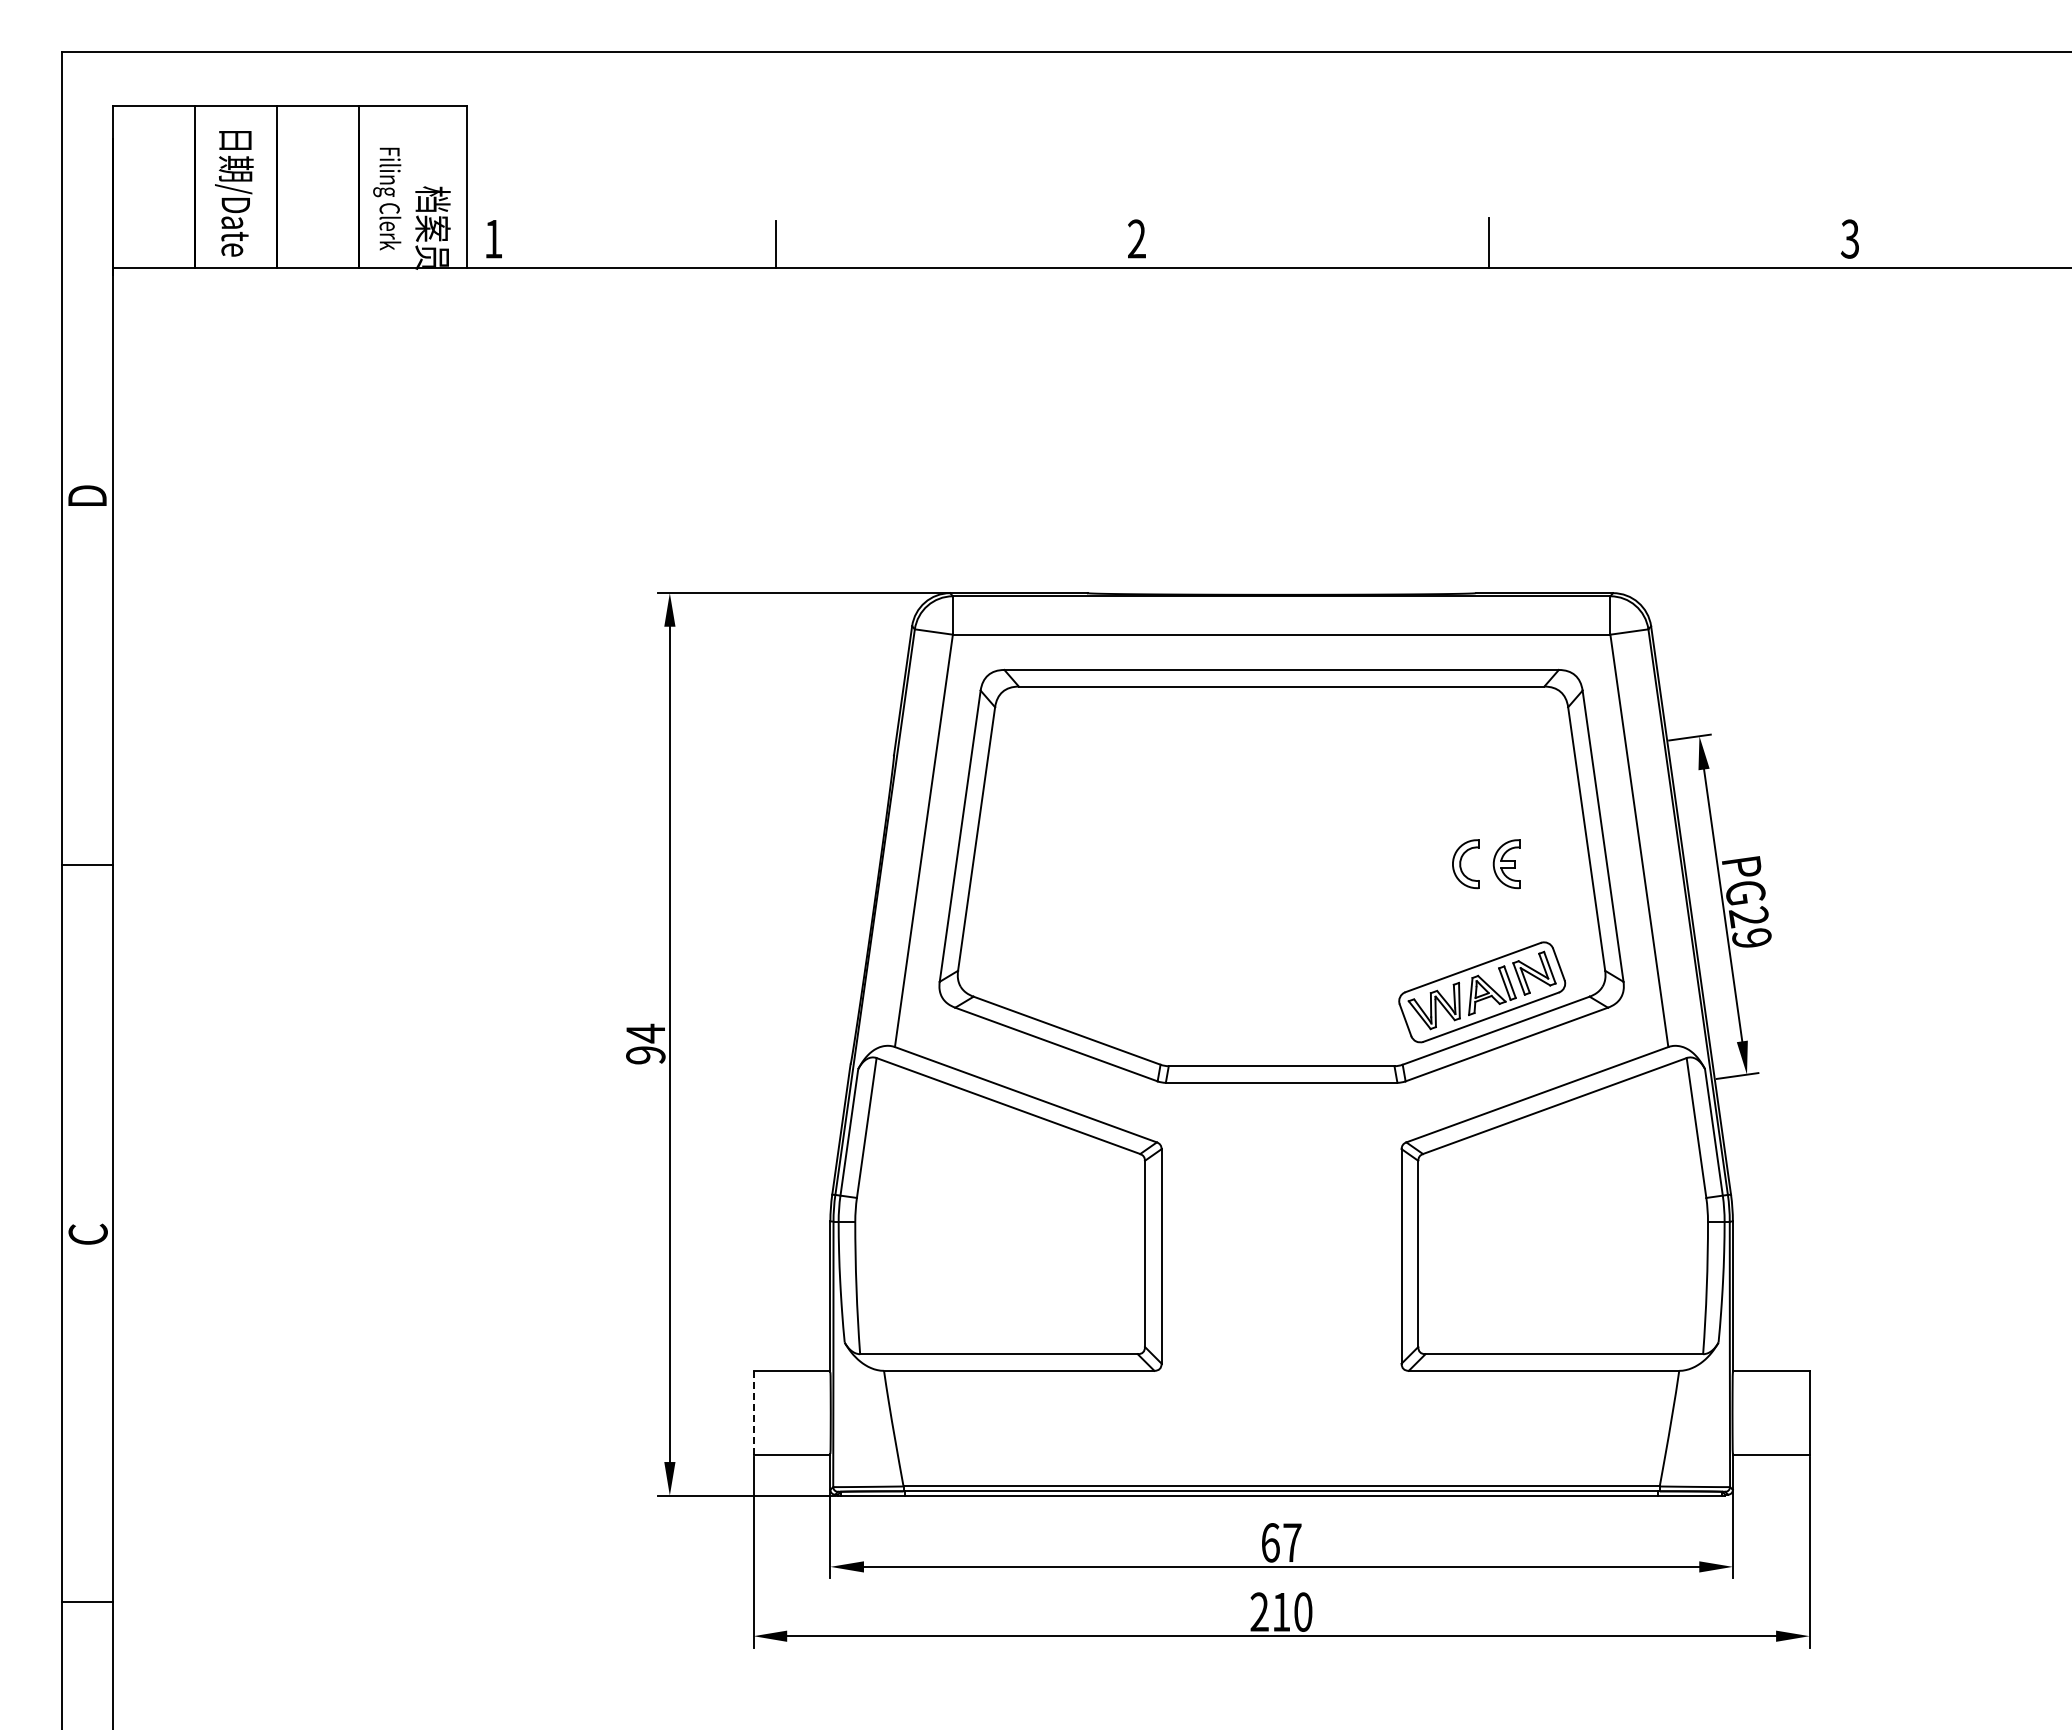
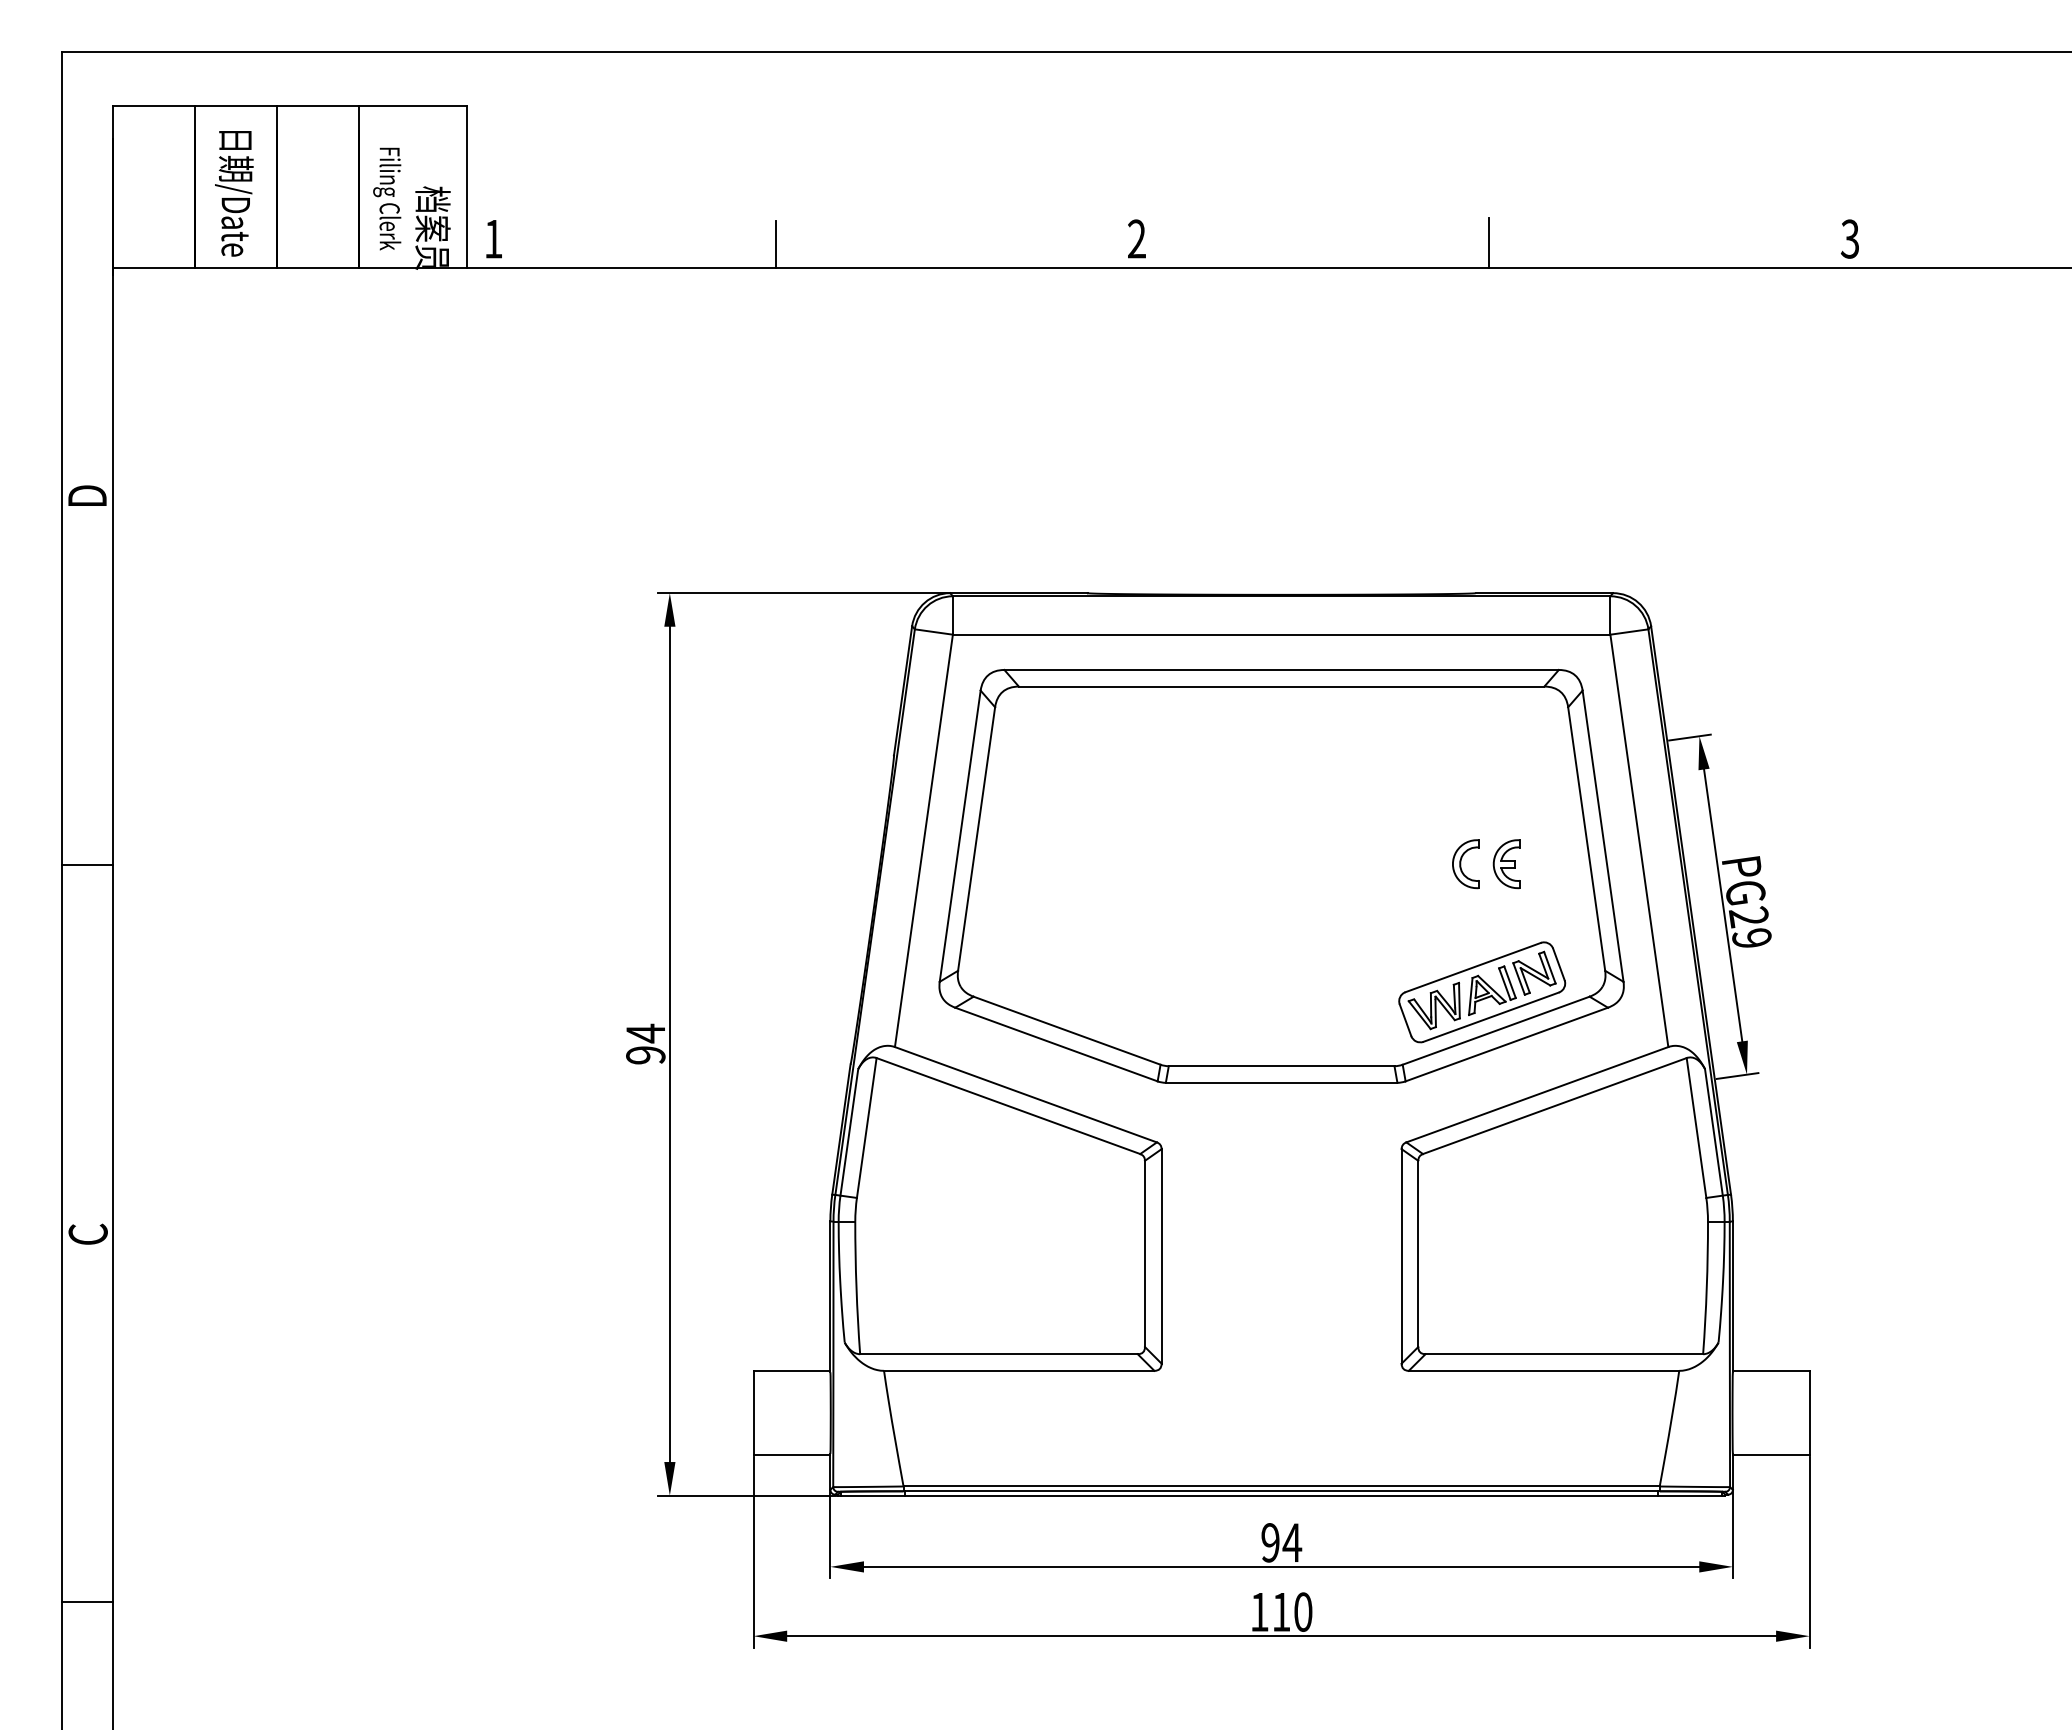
line at (753, 1413): dashed -> solid
text at (1281, 1542): 67 -> 94
text at (1259, 1611): 210 -> 110
